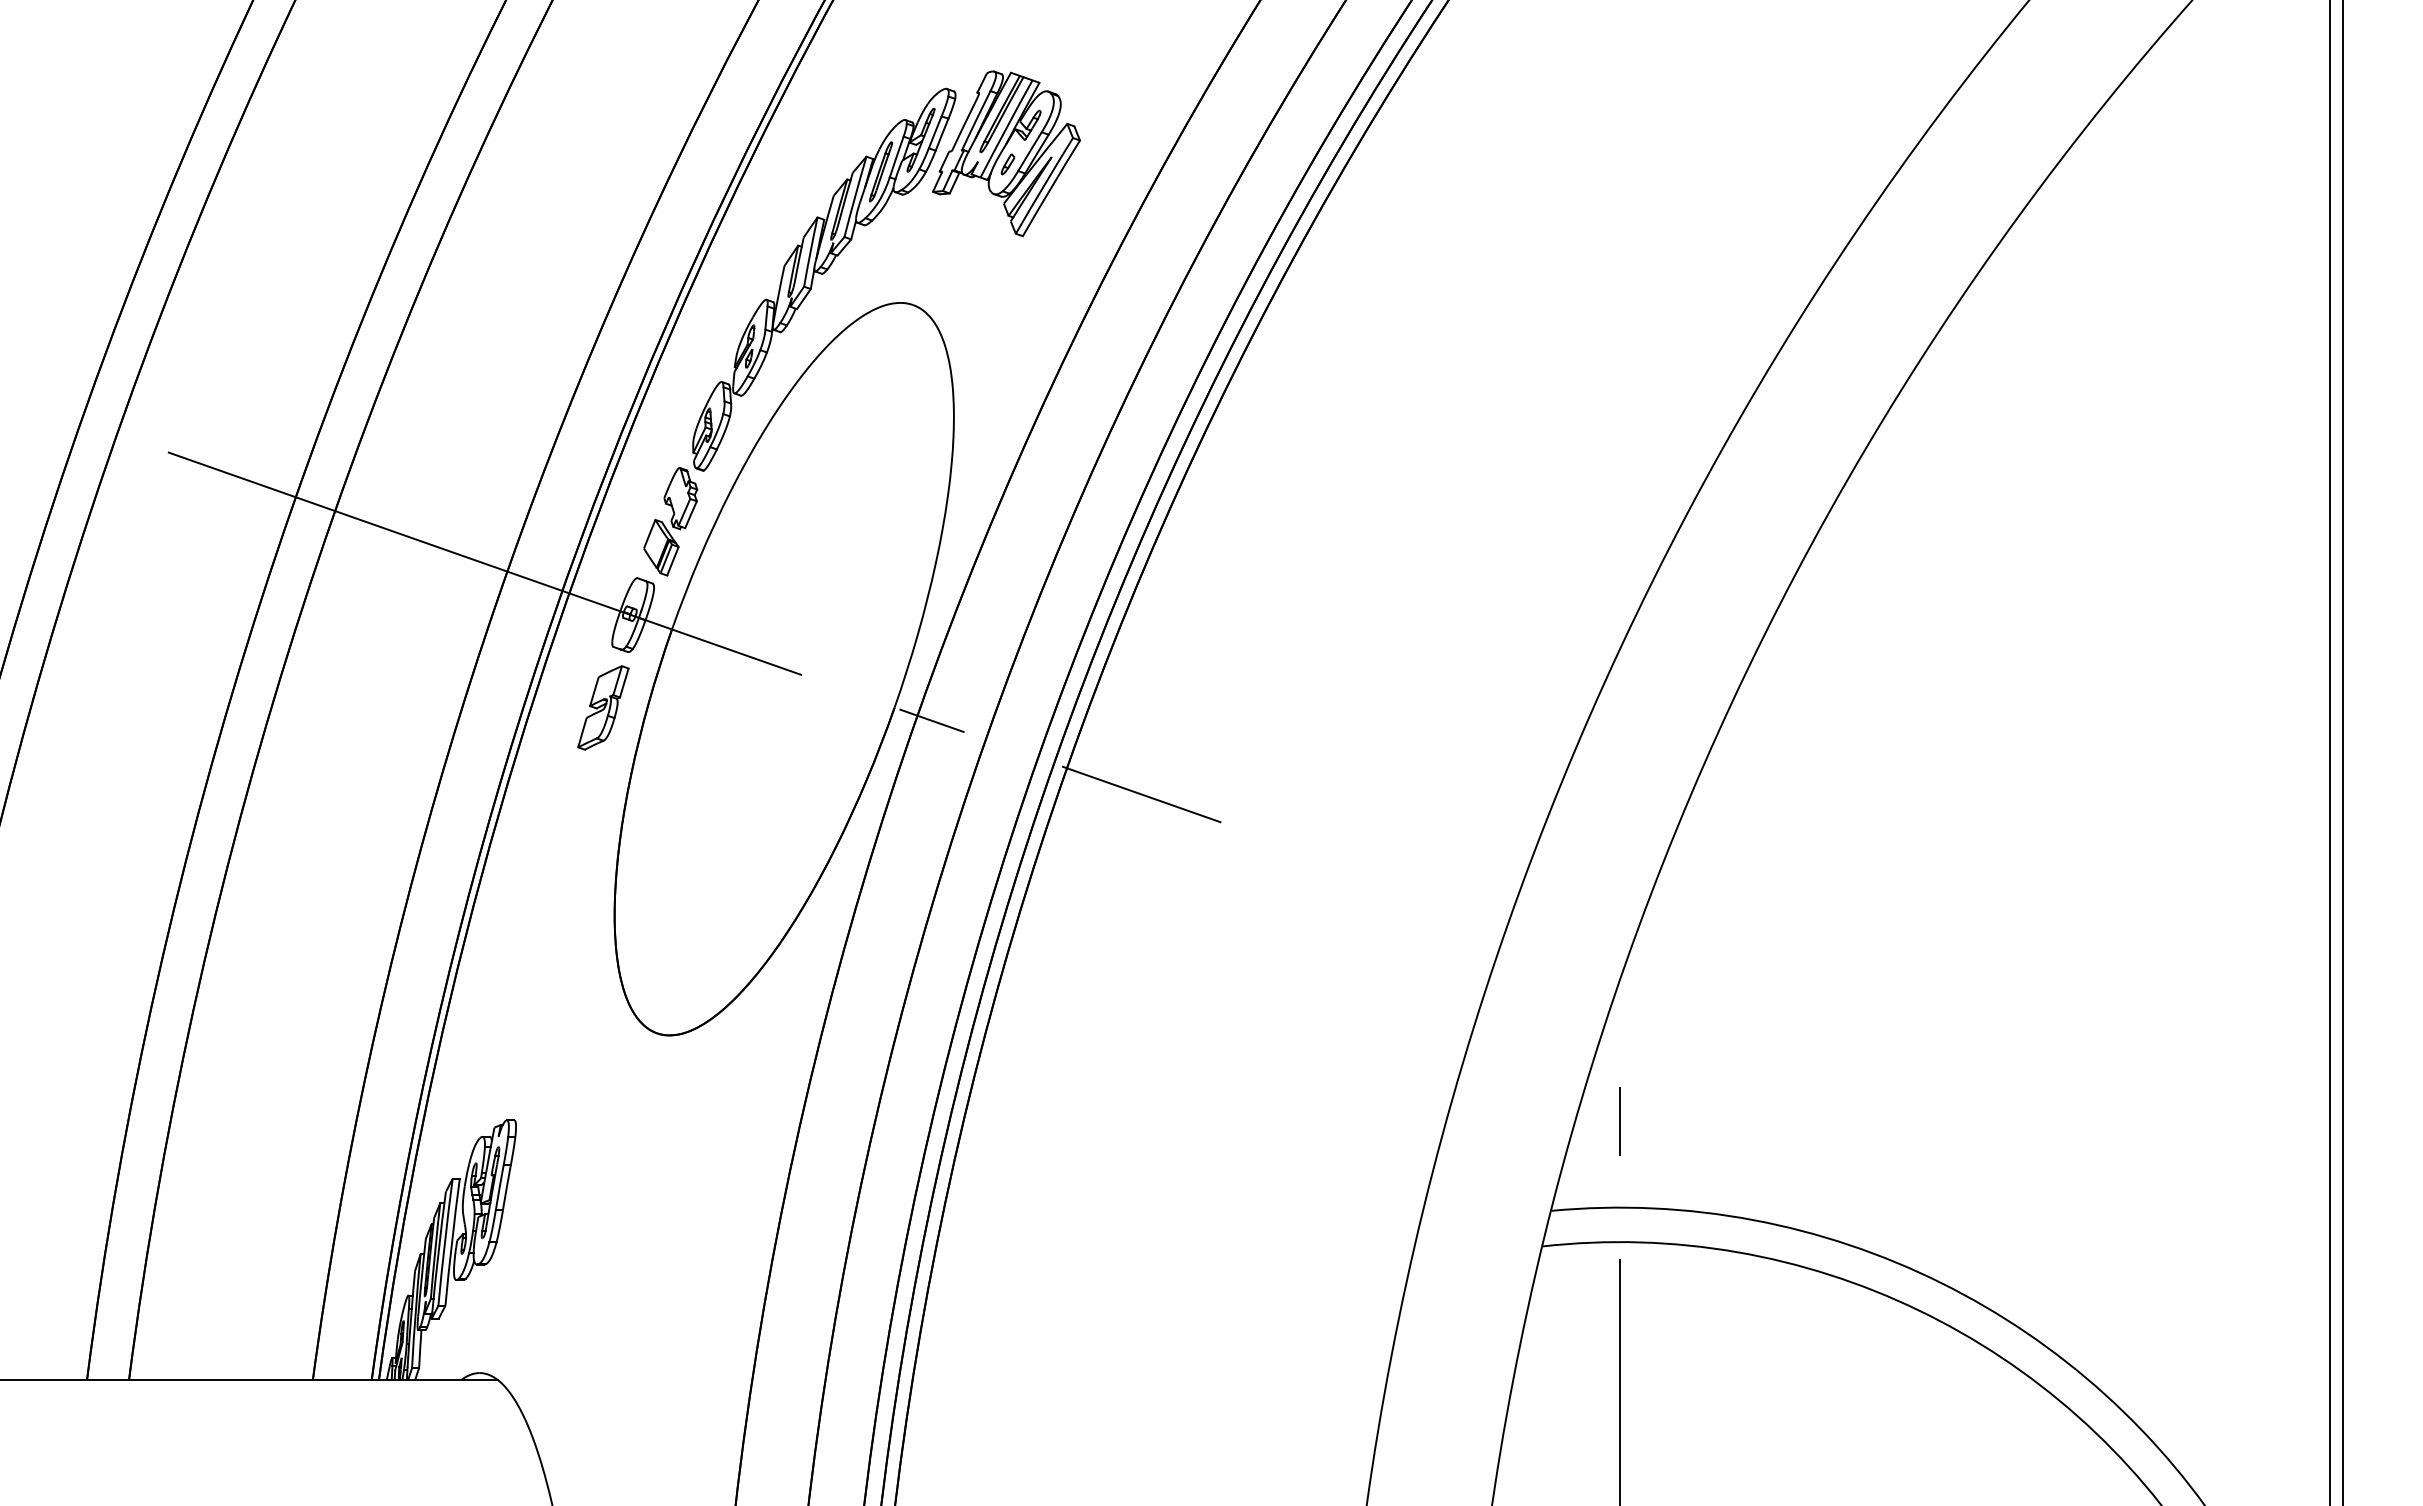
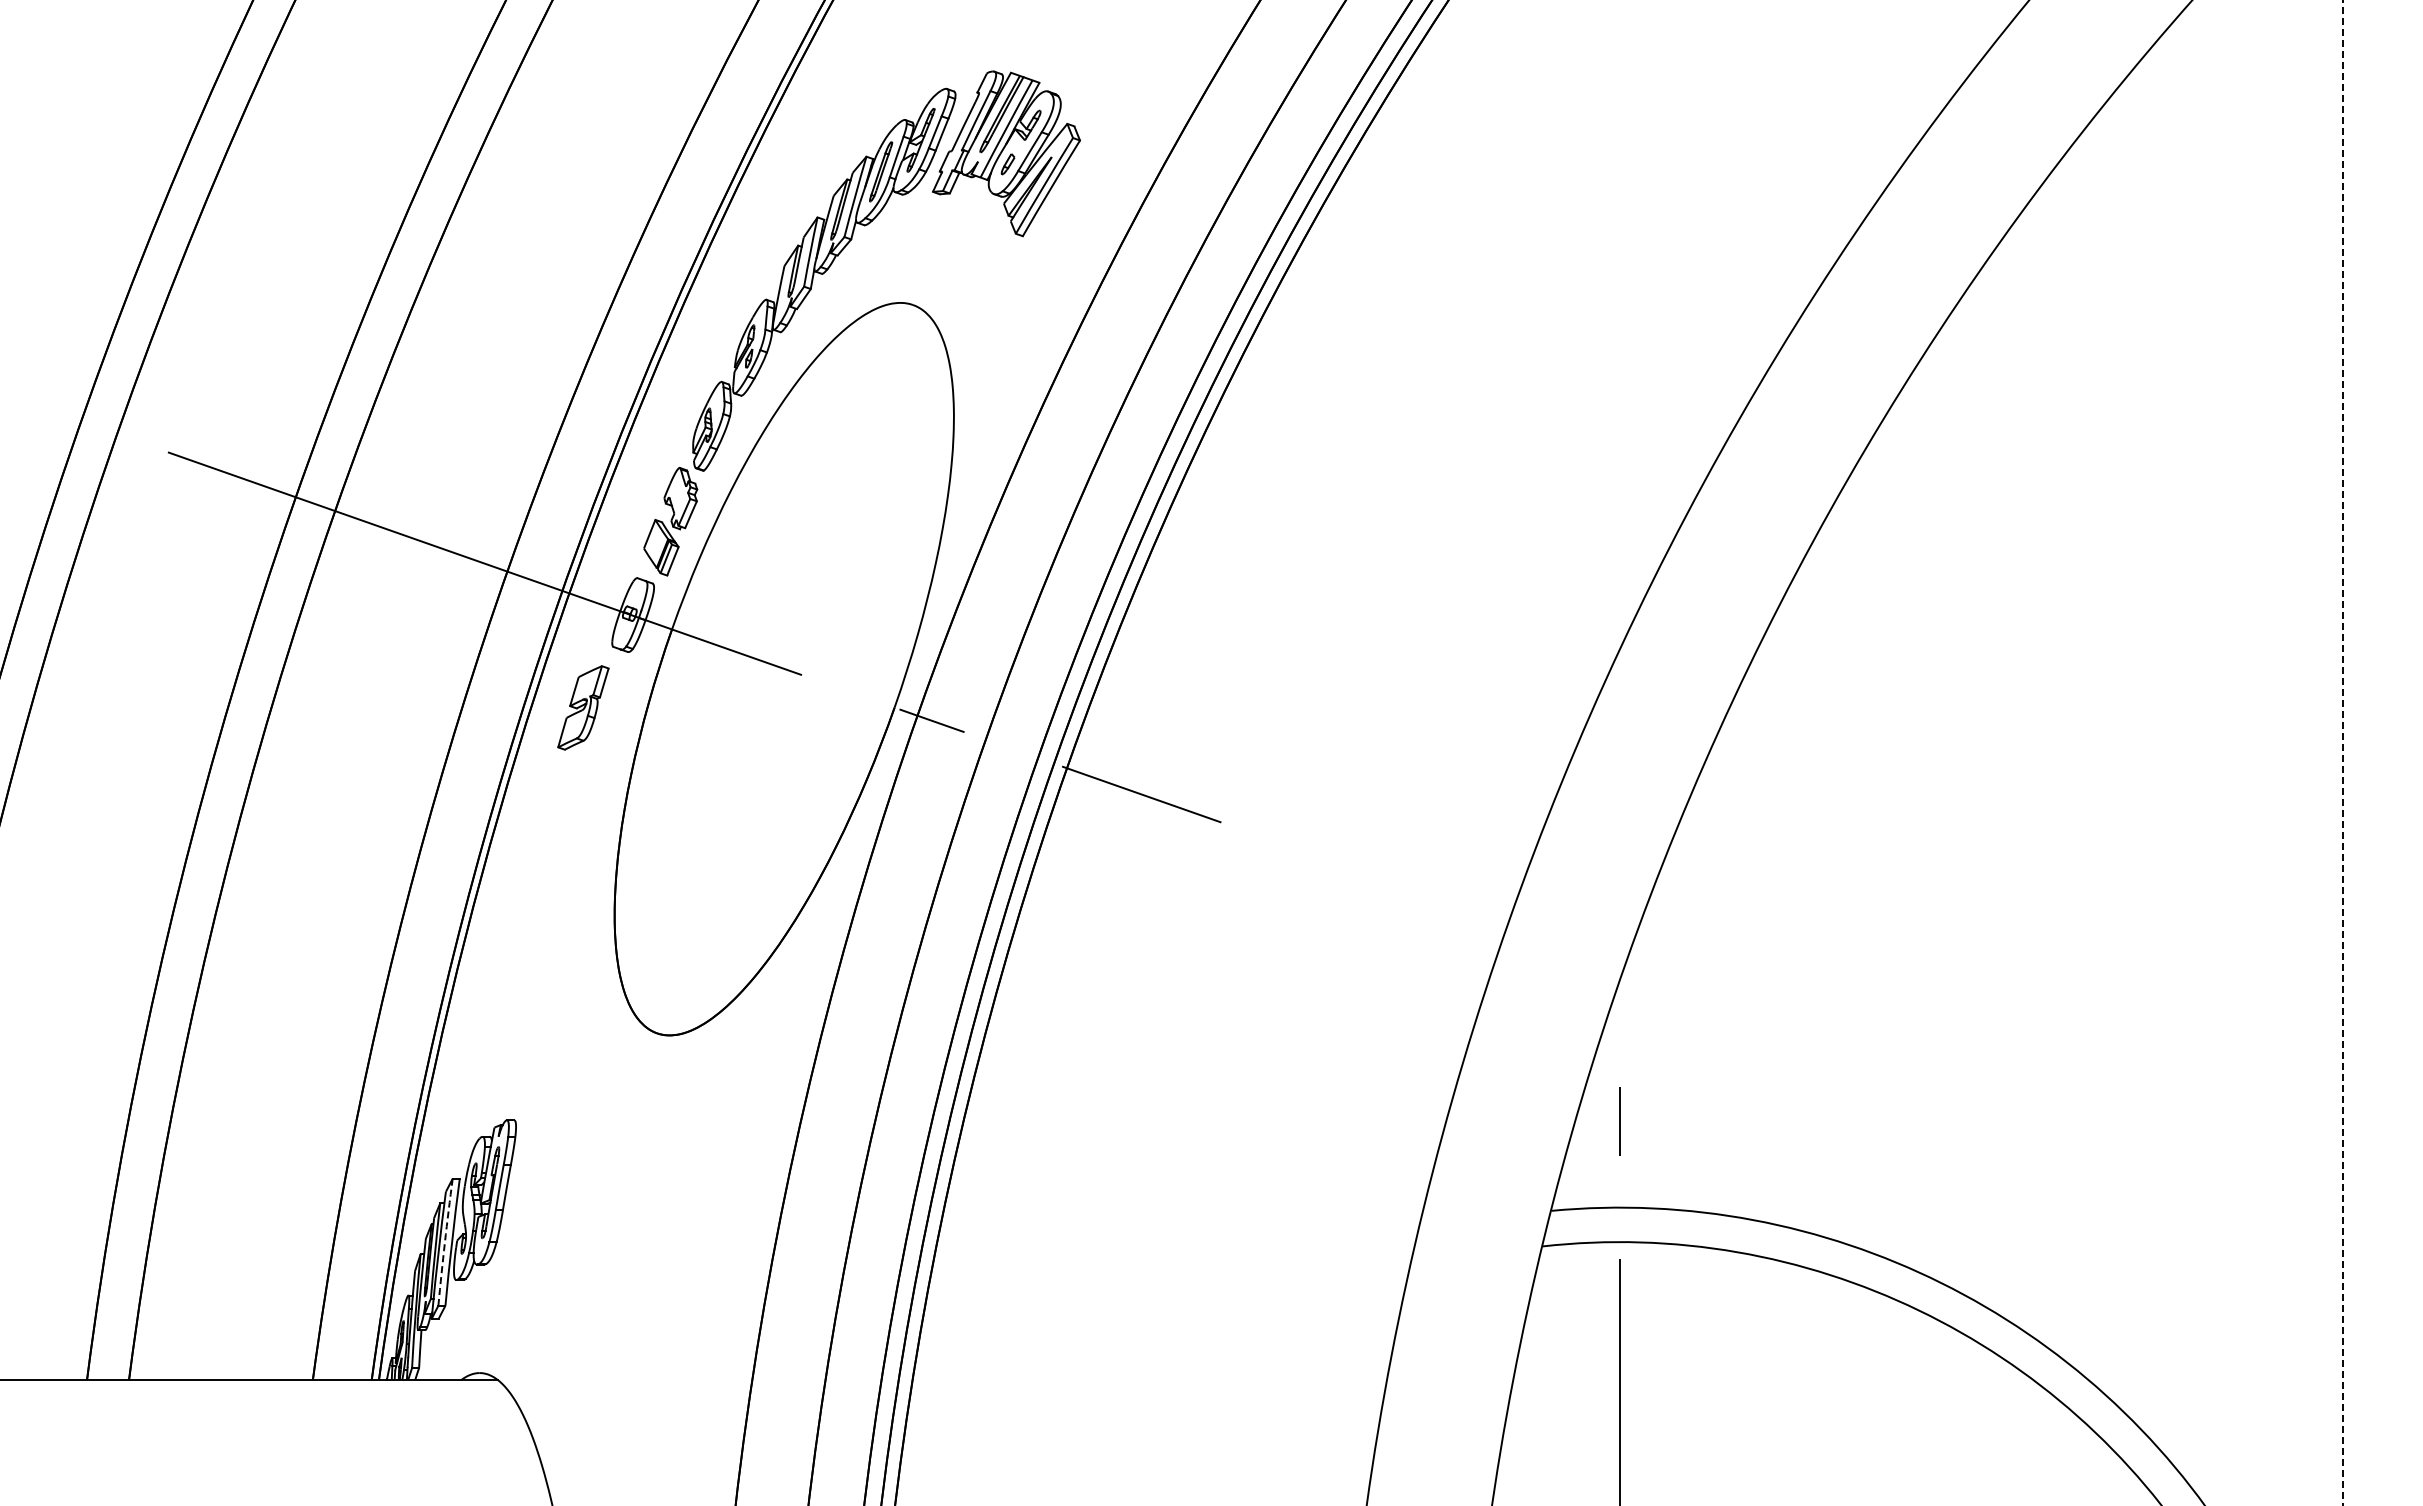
part at (603, 707) position: (603, 707) -> (583, 707)
line at (2329, 752): present -> none
line at (2343, 753): solid -> dashed
arc at (444, 1242): solid -> dashed
